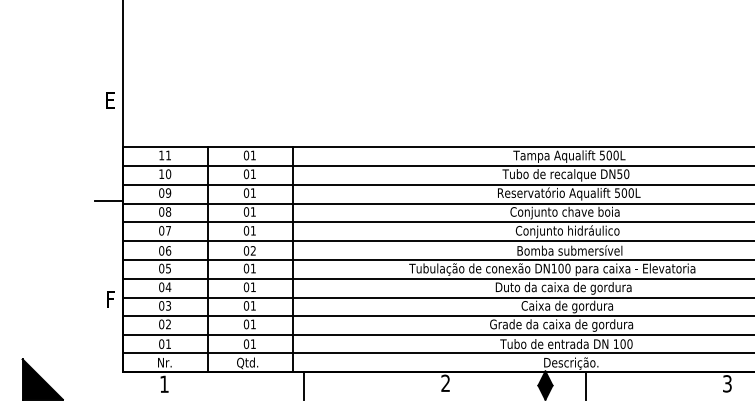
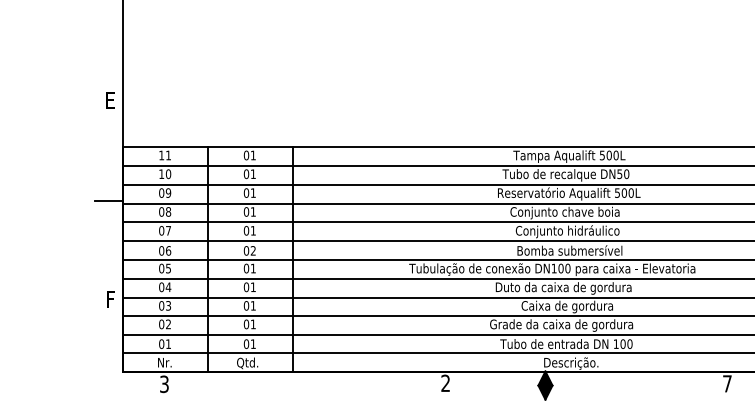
part at (42, 379): present -> none
text at (727, 383): 3 -> 7
text at (164, 384): 1 -> 3
line at (304, 385): present -> none
line at (585, 385): present -> none
